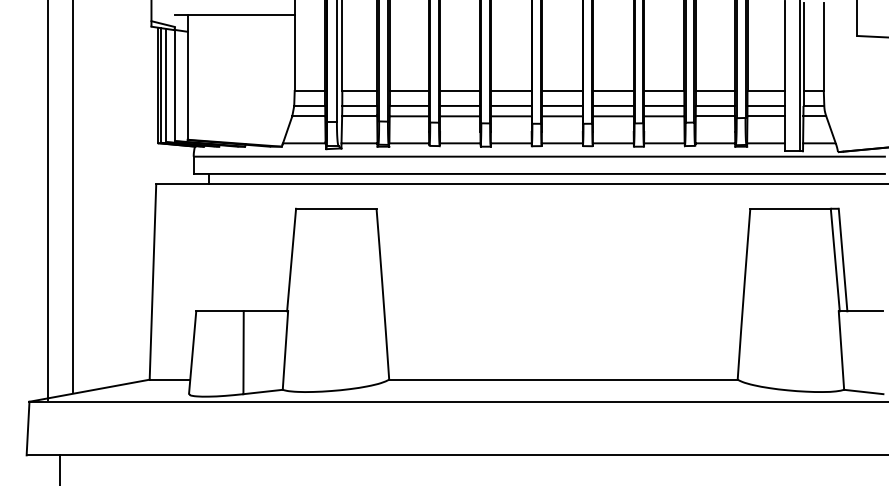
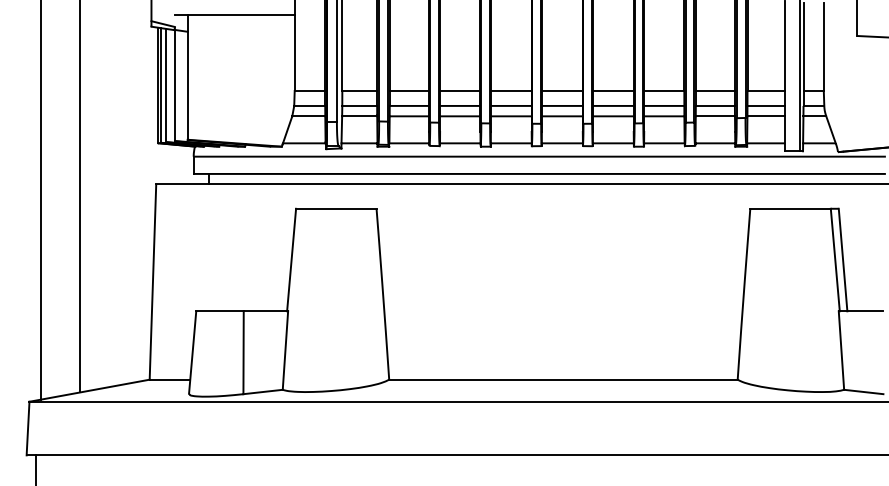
line at (73, 197) position: (73, 197) -> (80, 197)
line at (48, 200) position: (48, 200) -> (41, 200)
line at (60, 468) position: (60, 468) -> (36, 468)
